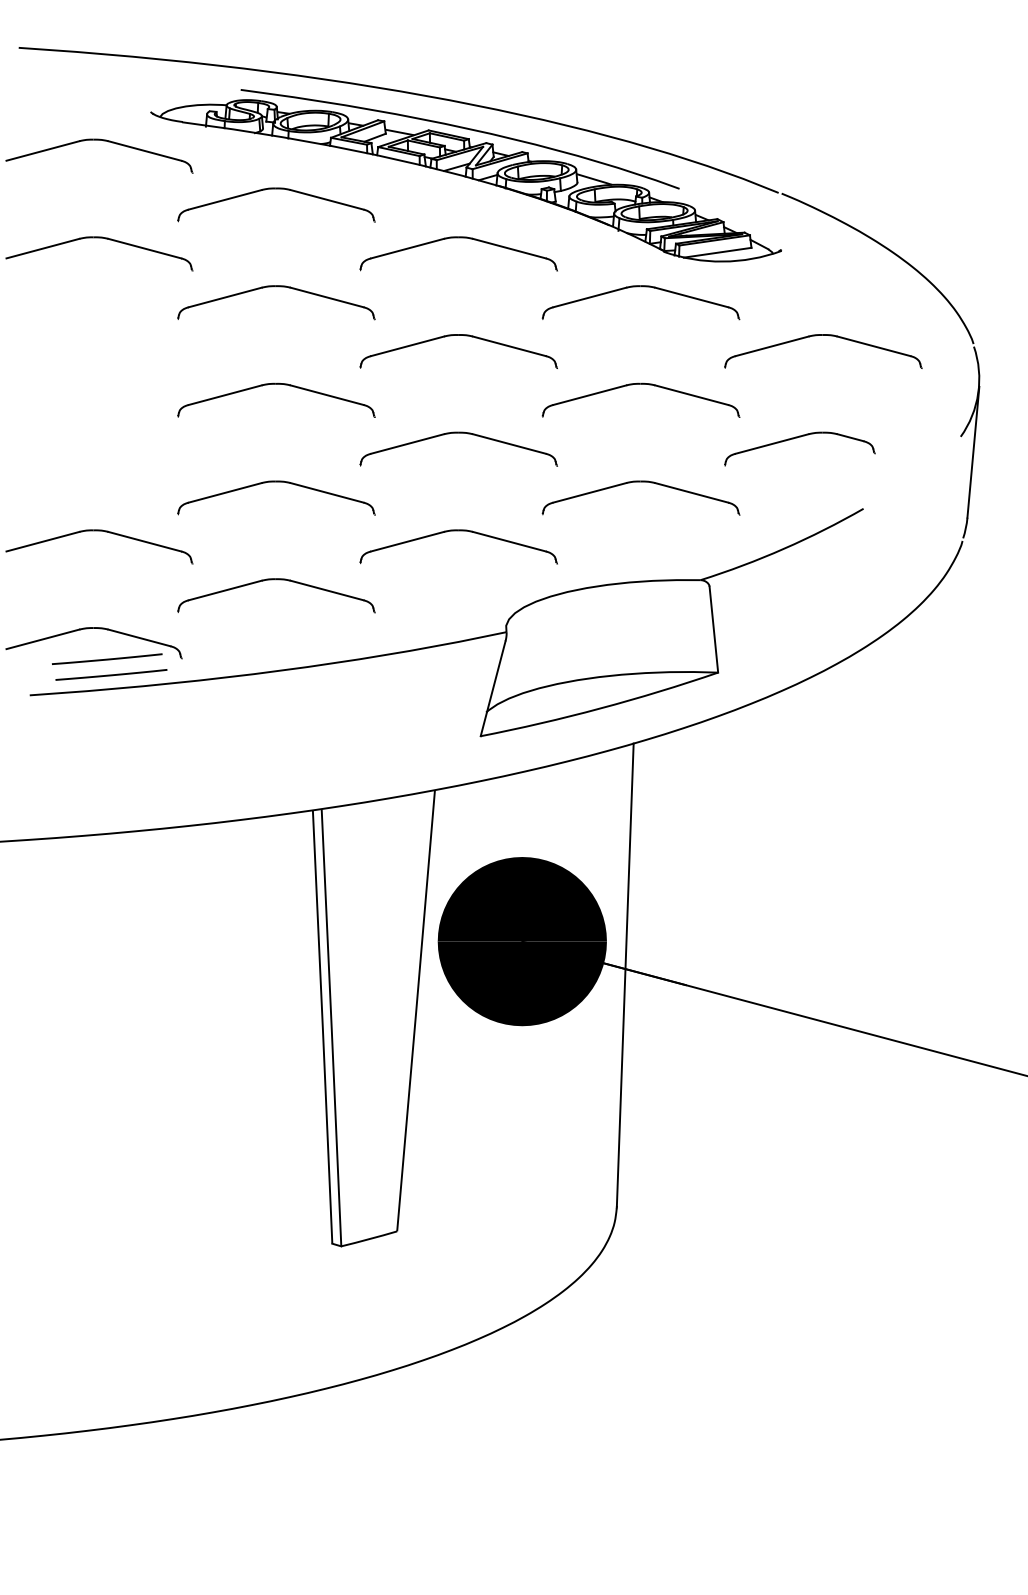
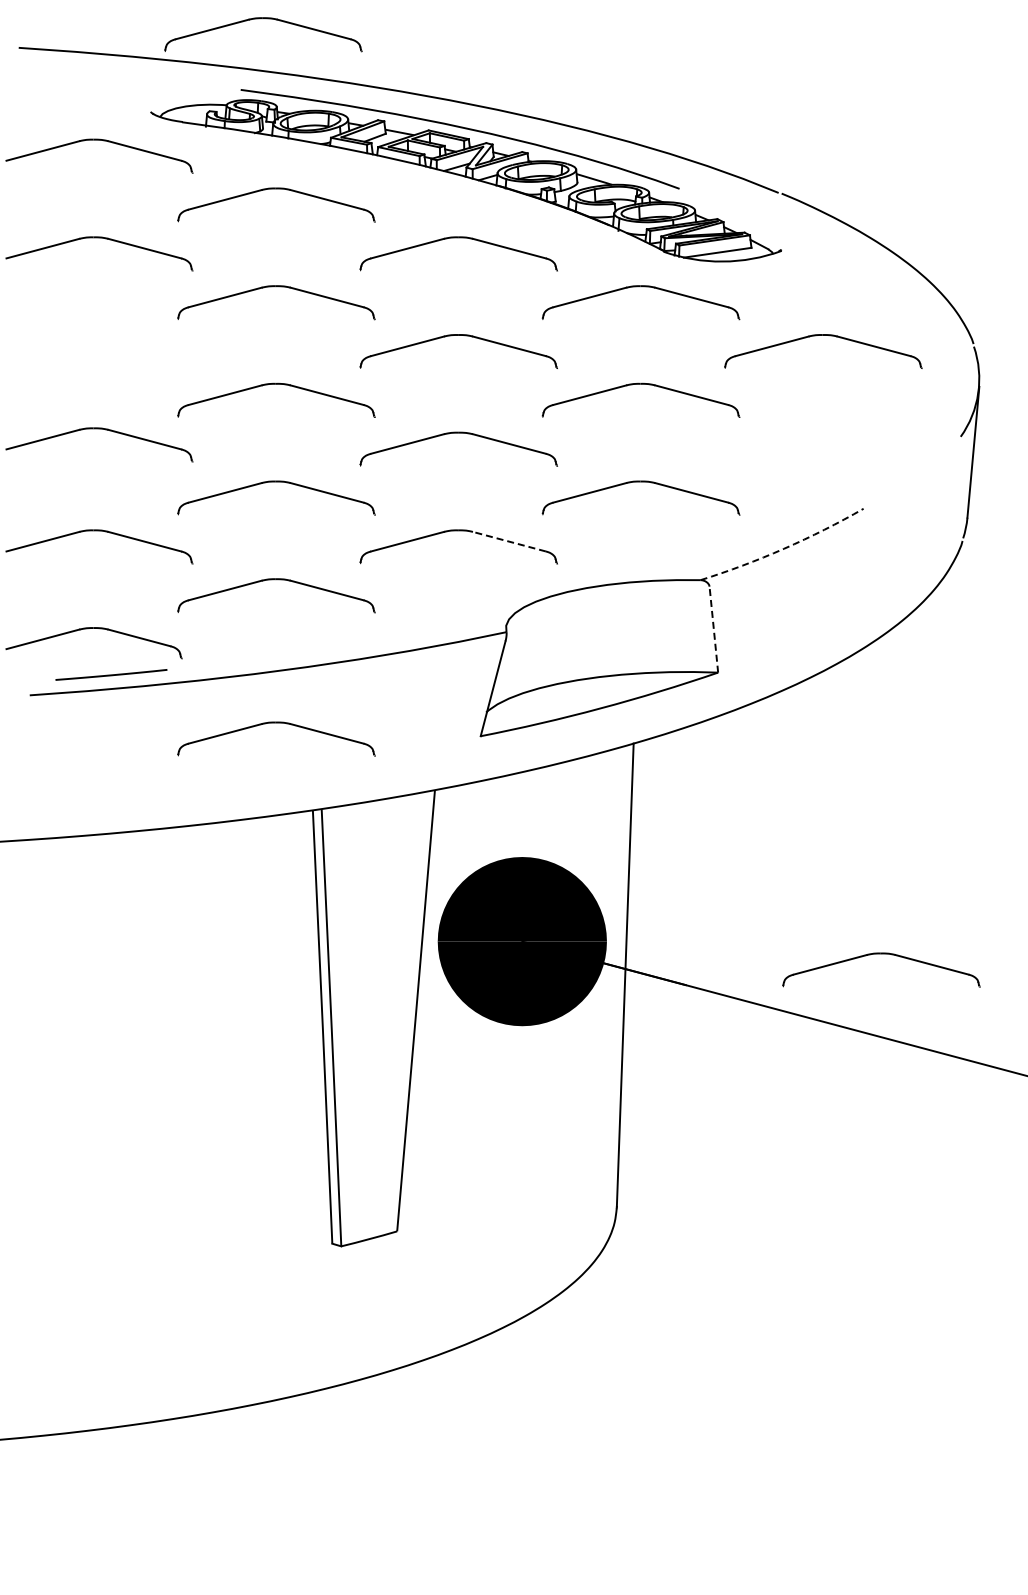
part at (263, 19): none -> present
part at (99, 429): none -> present
part at (797, 438): present -> none
line at (509, 541): solid -> dashed
arc at (784, 548): solid -> dashed
line at (713, 629): solid -> dashed
line at (107, 658): present -> none
part at (276, 723): none -> present
part at (881, 954): none -> present
